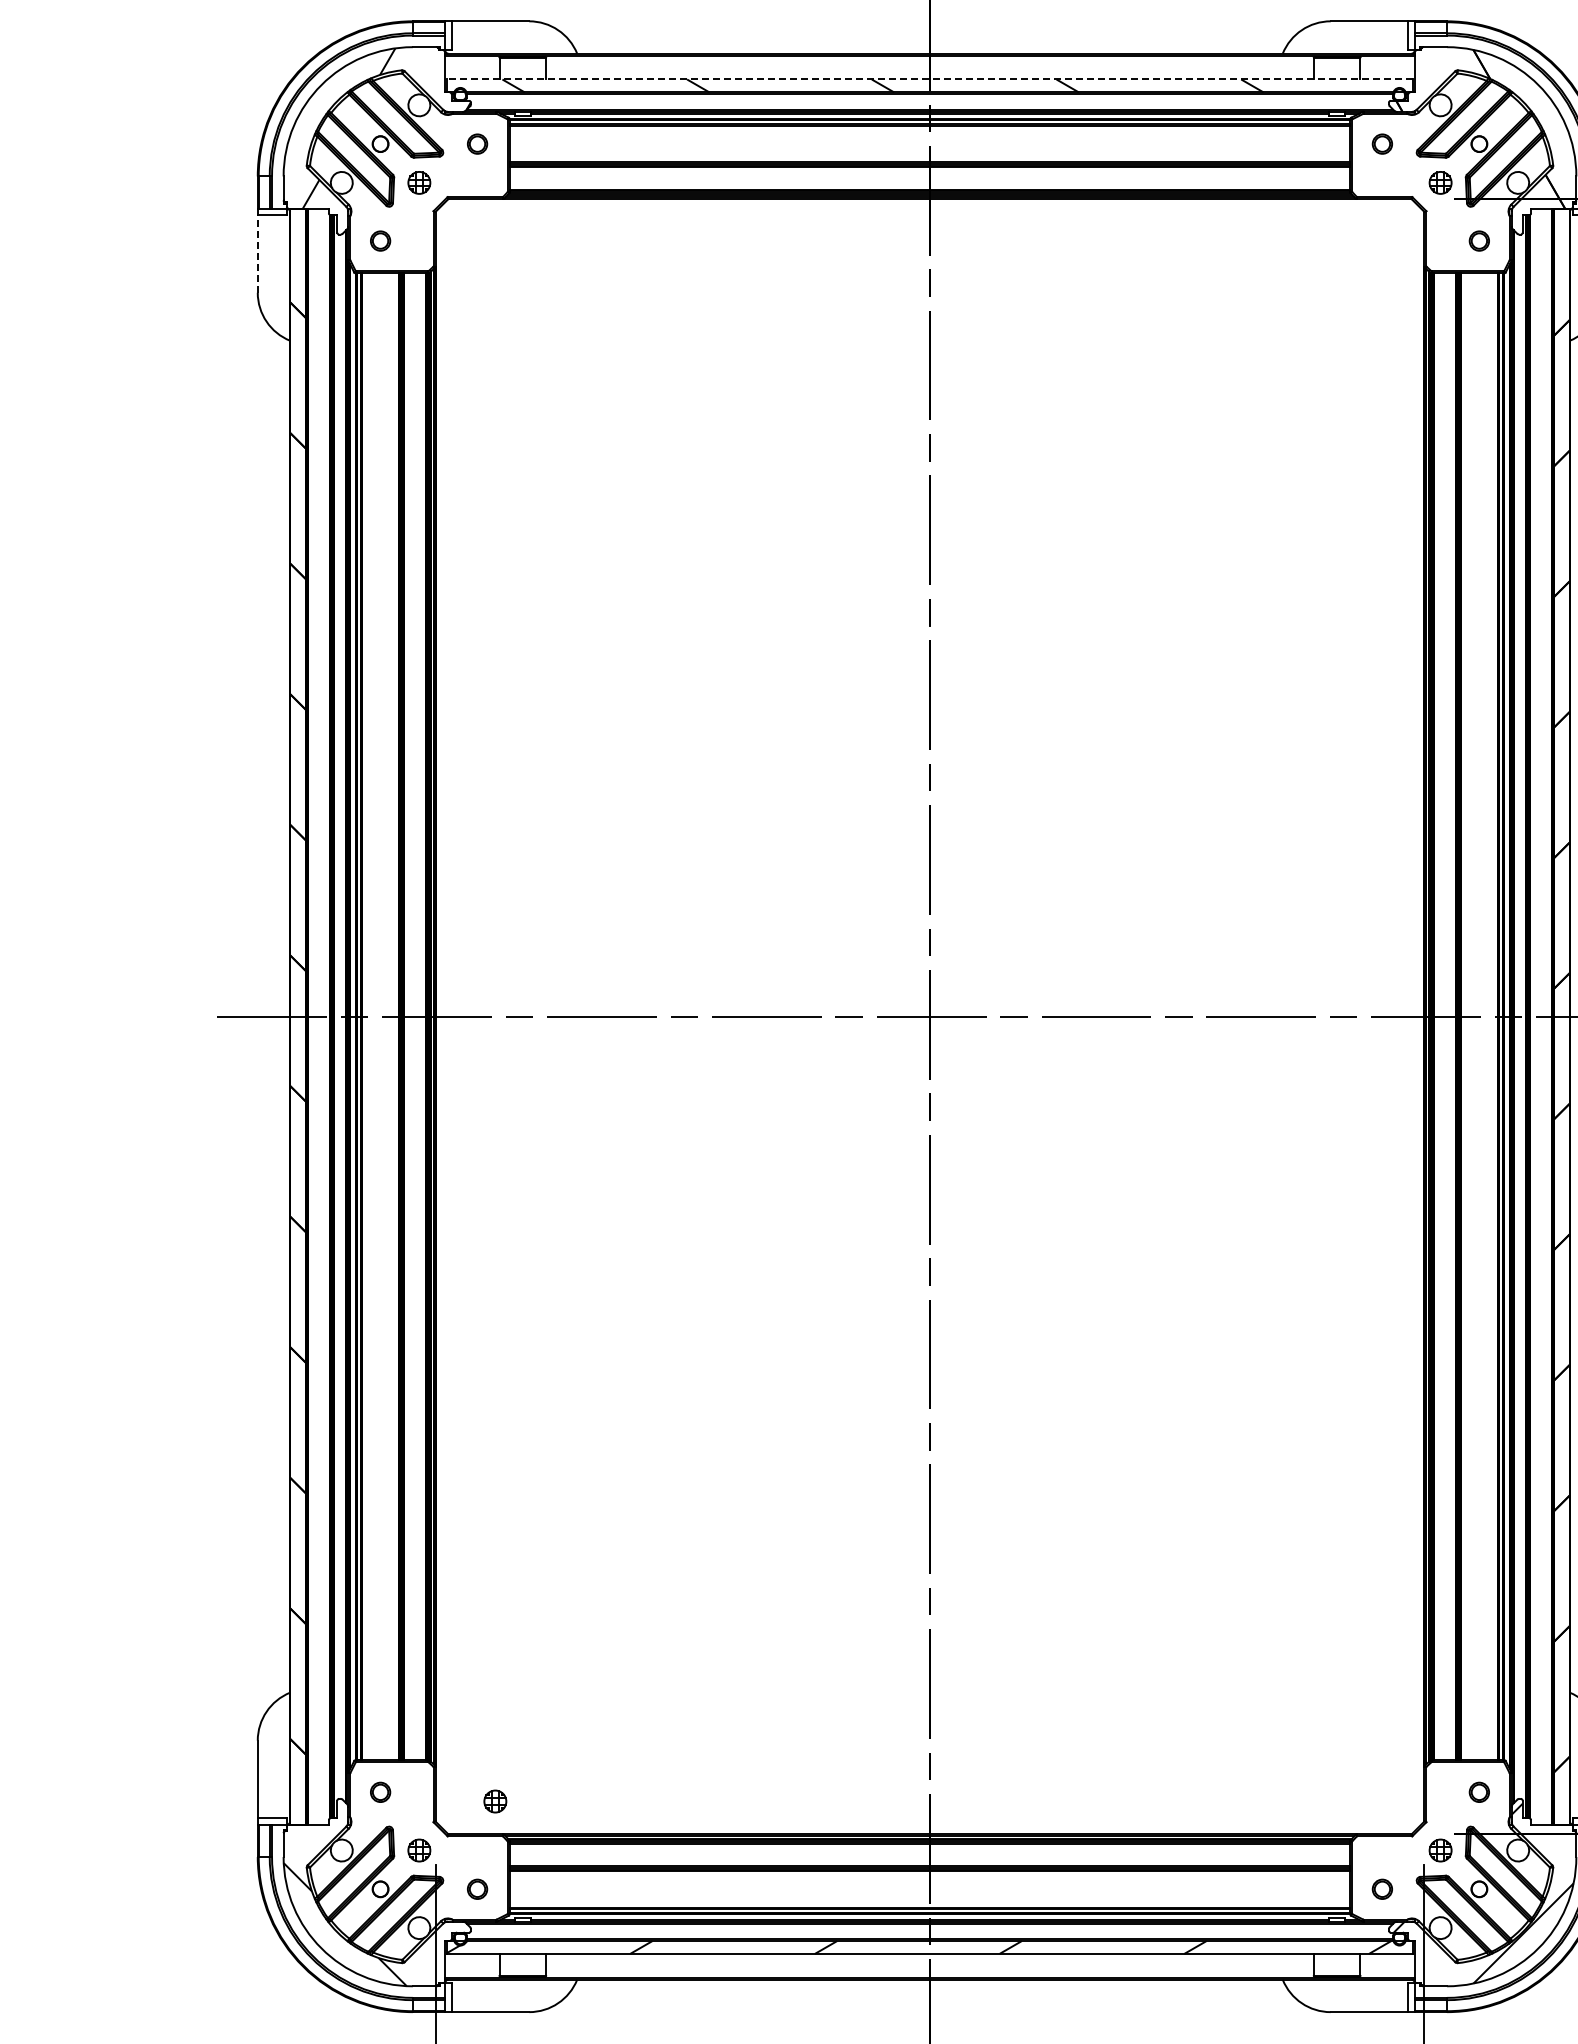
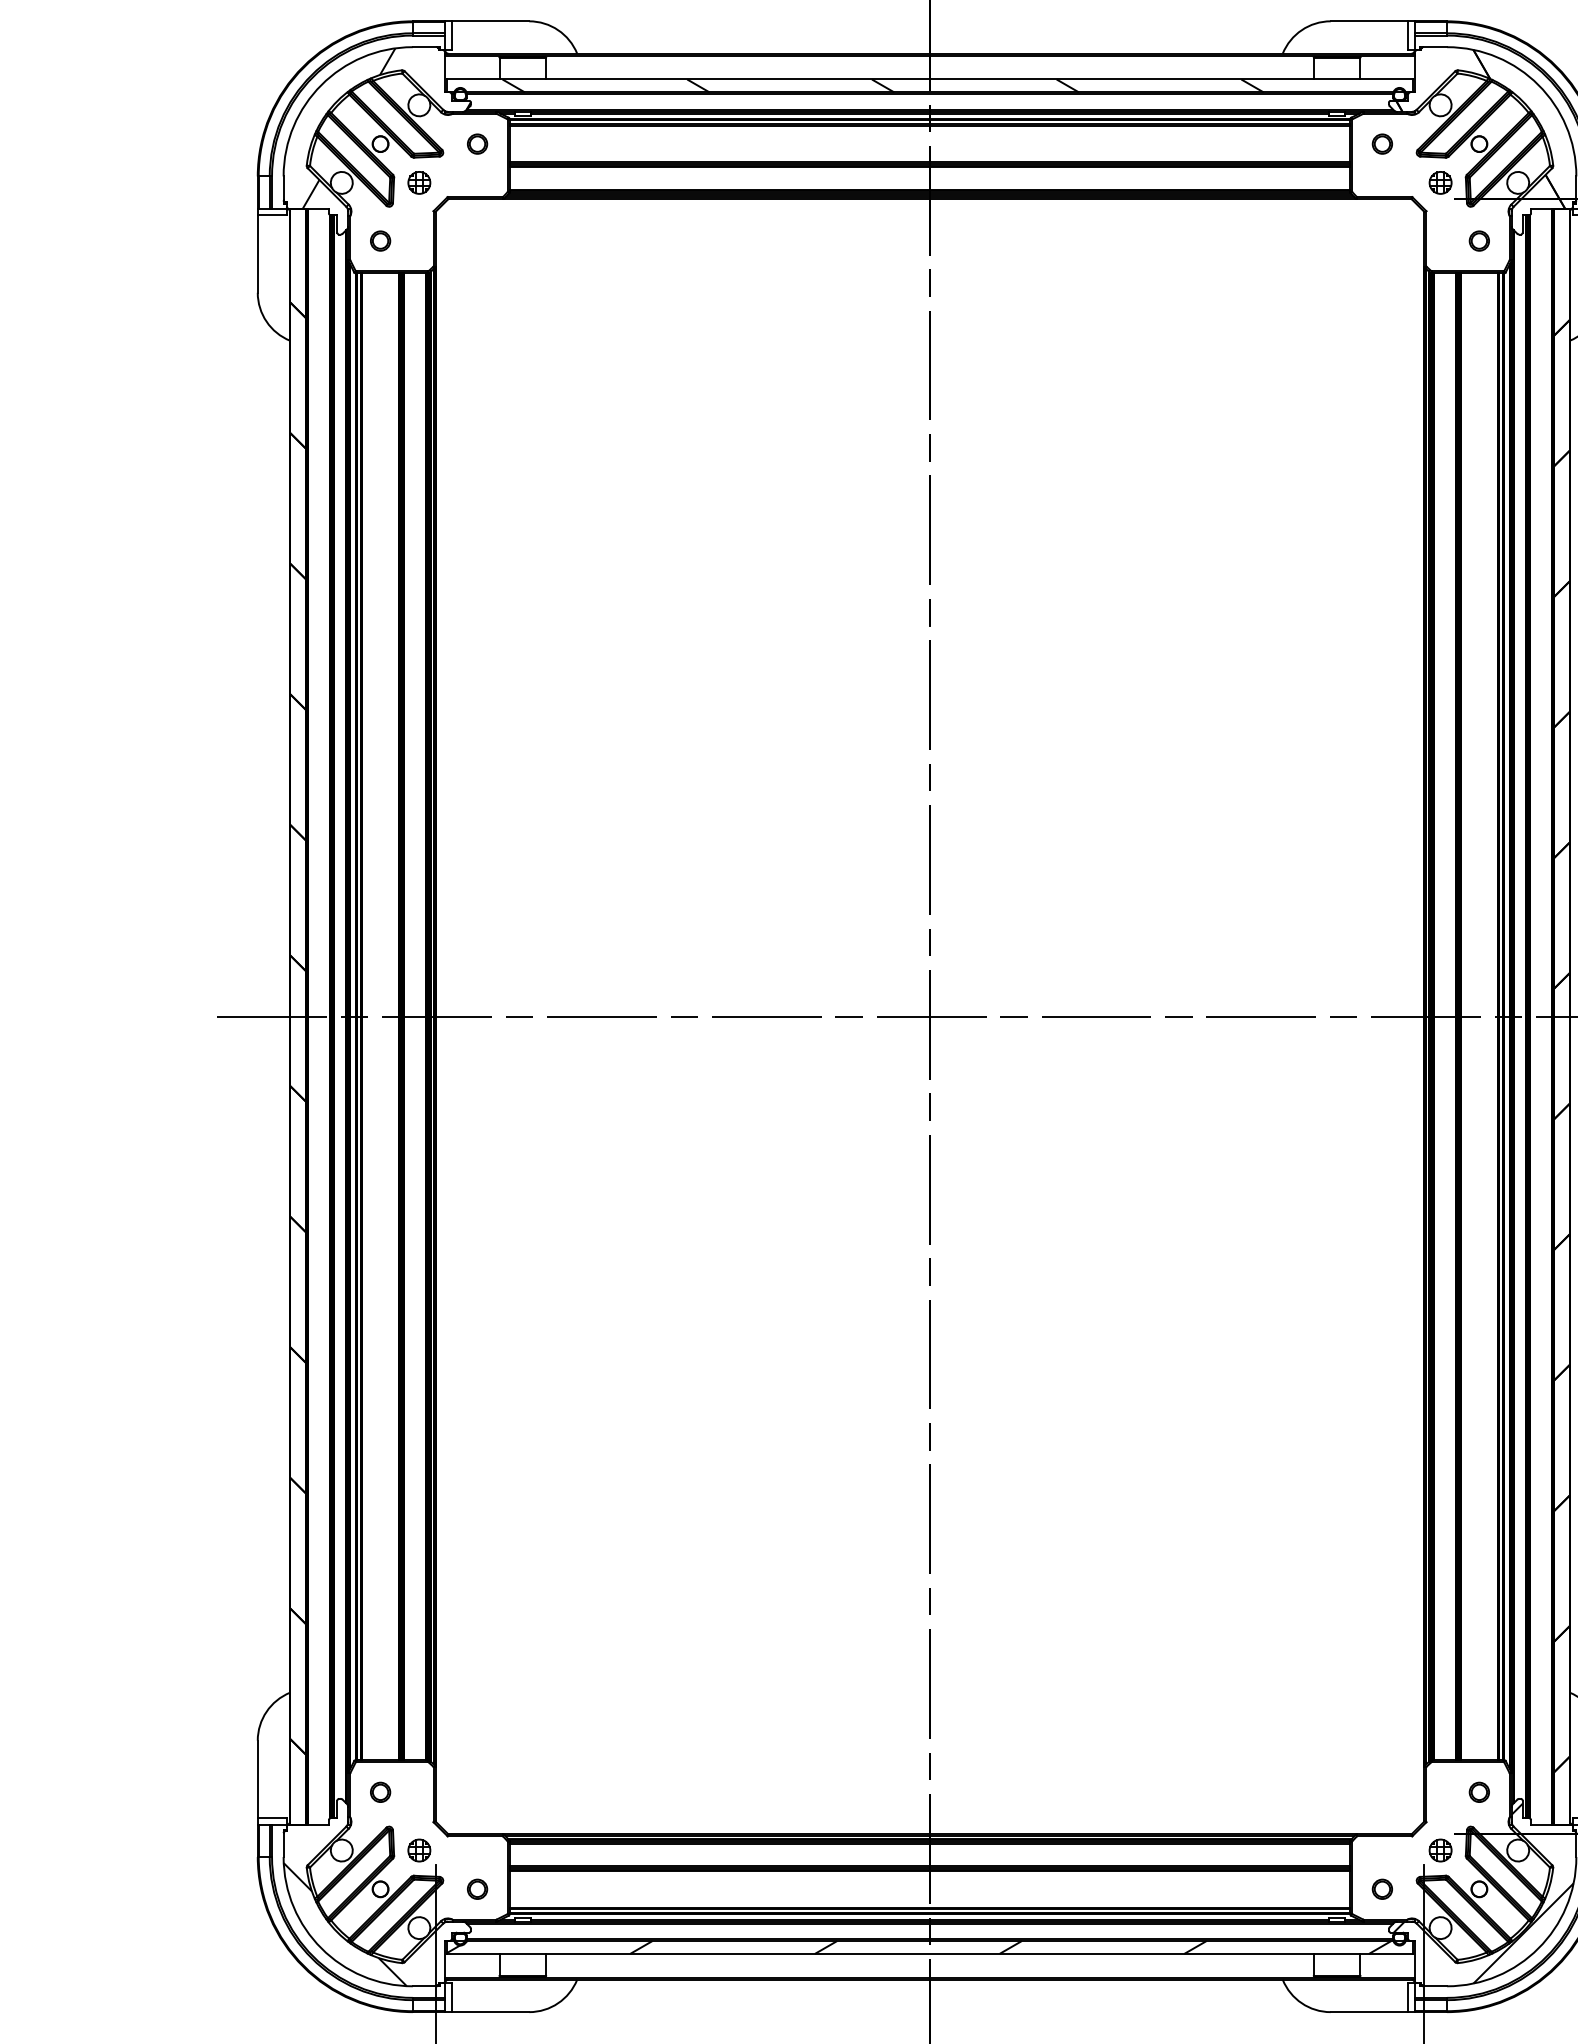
line at (929, 79): dashed -> solid
line at (257, 254): dashed -> solid
part at (495, 1801): present -> none
